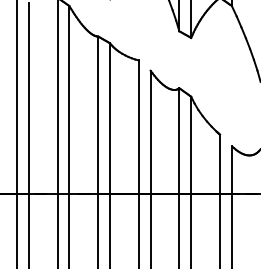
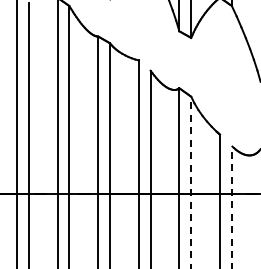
line at (191, 182): solid -> dashed
line at (231, 207): solid -> dashed
